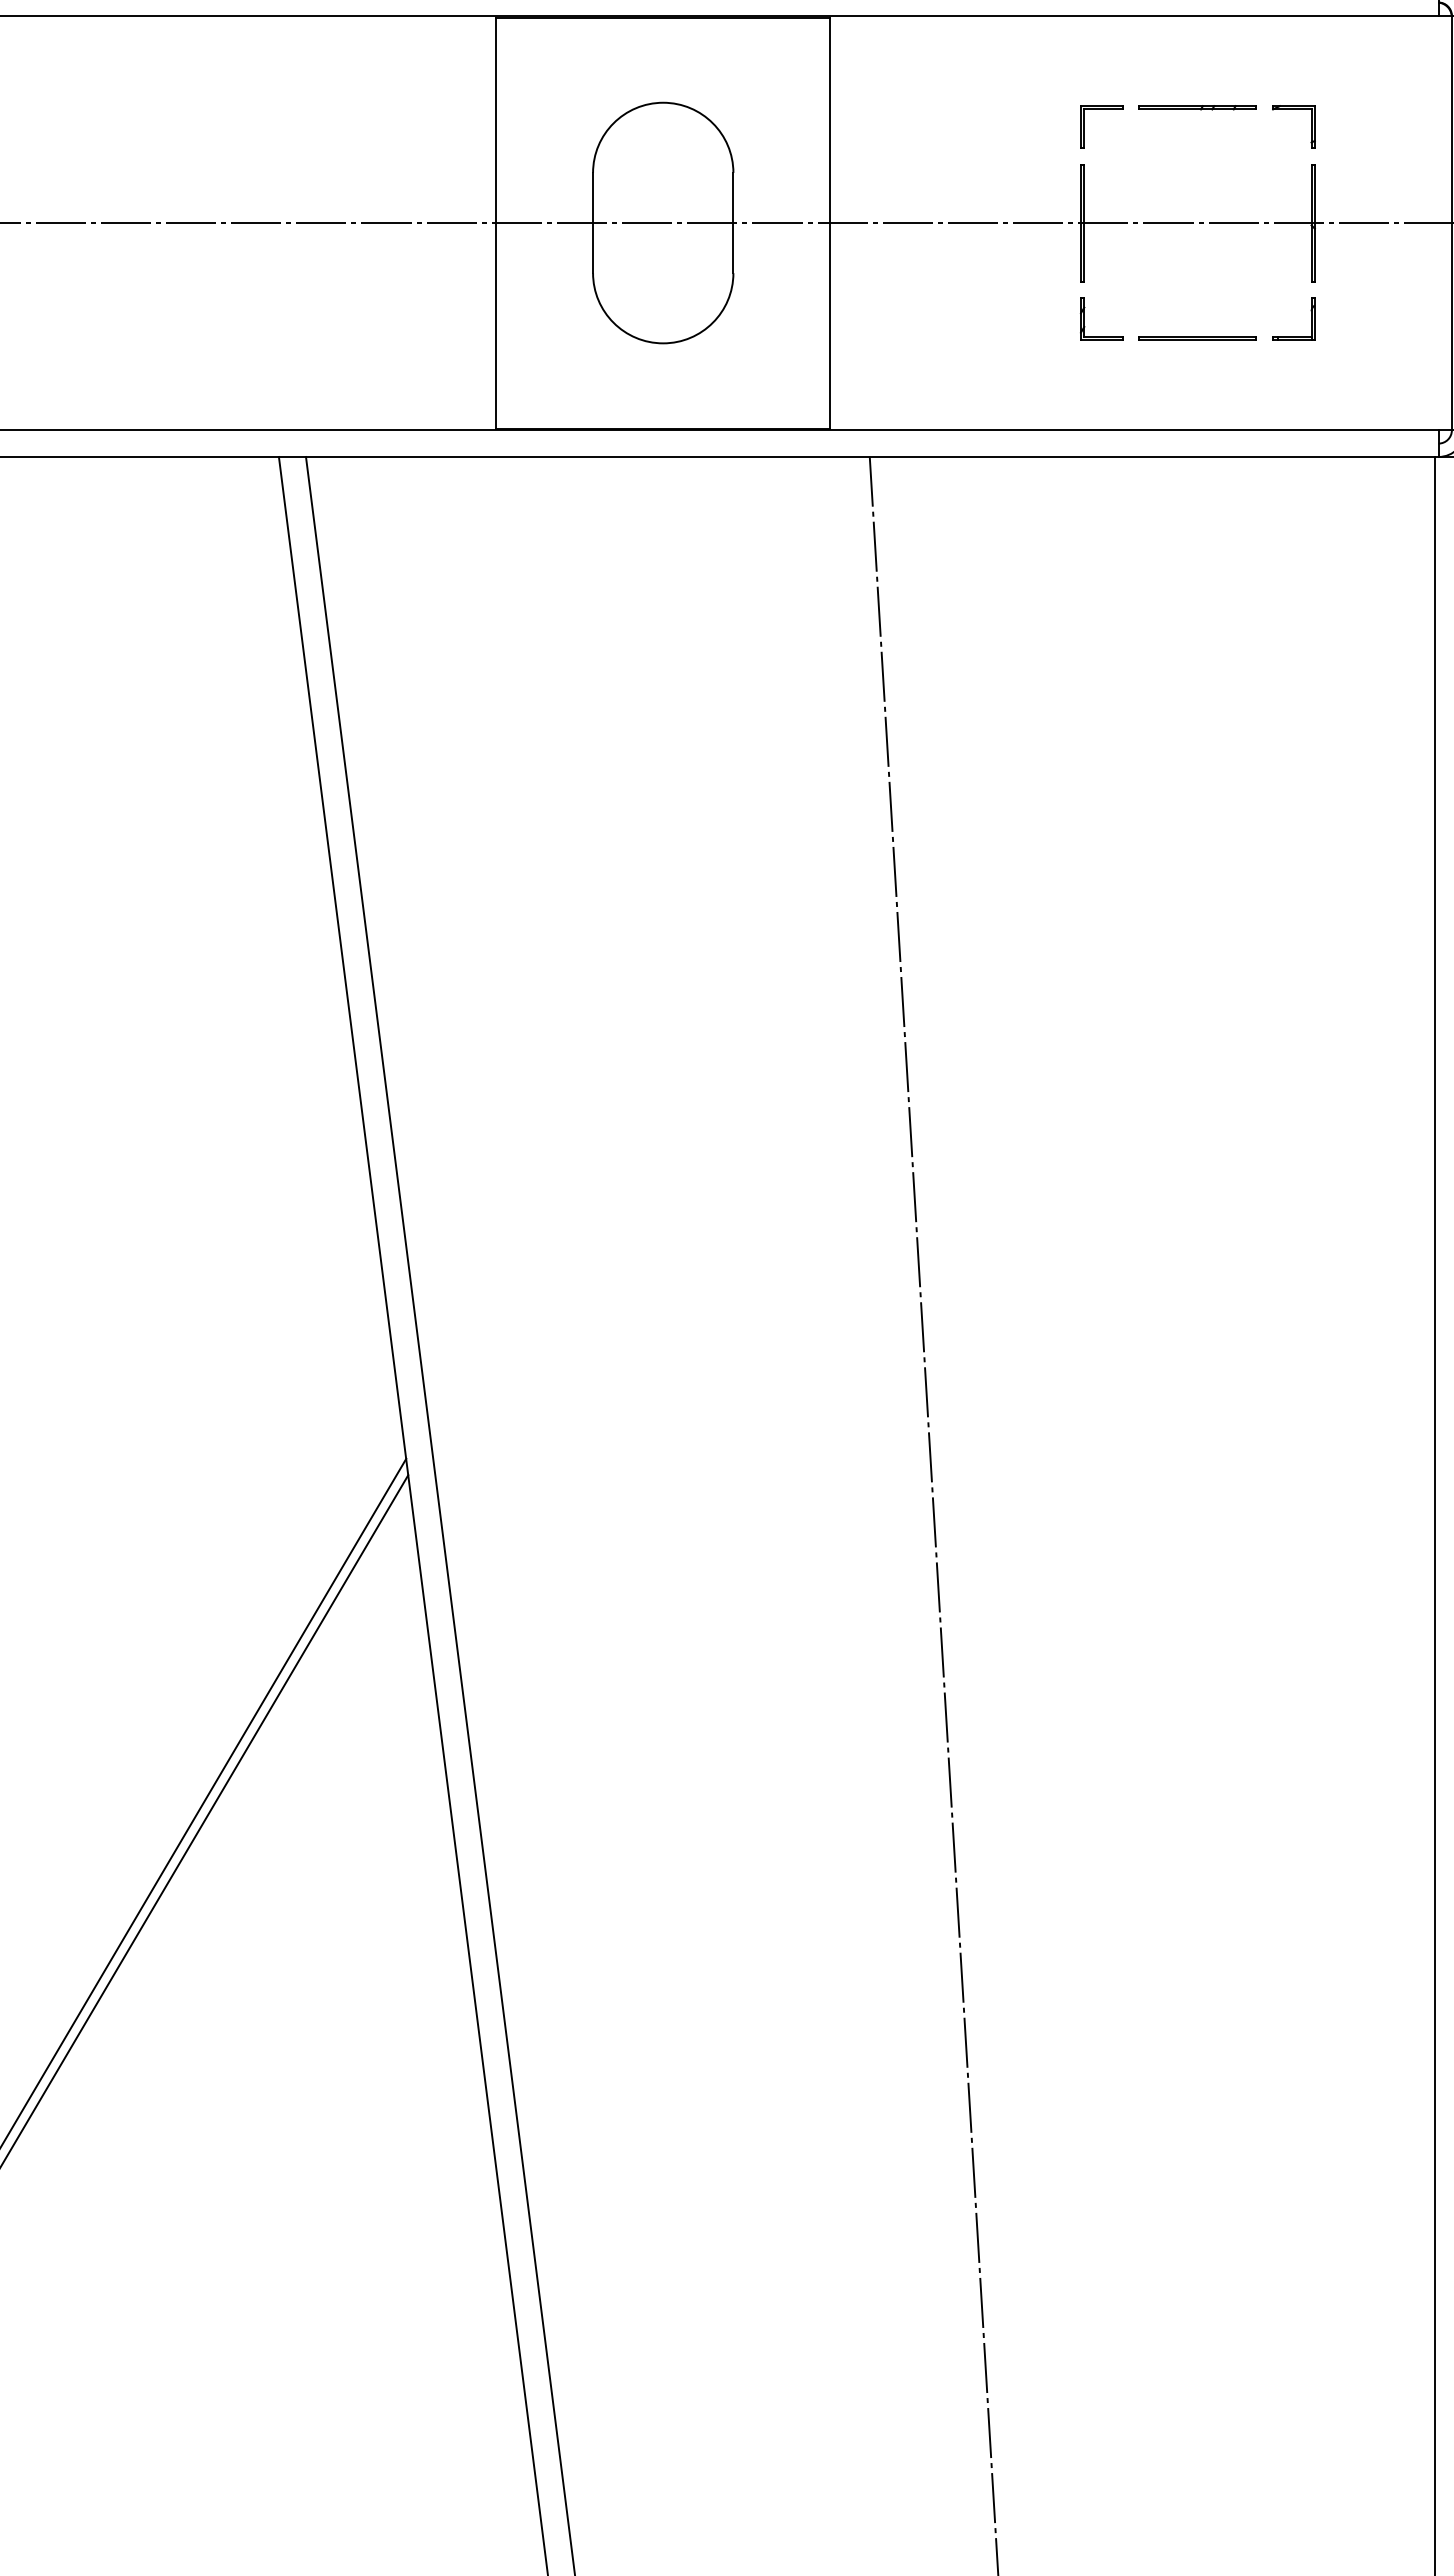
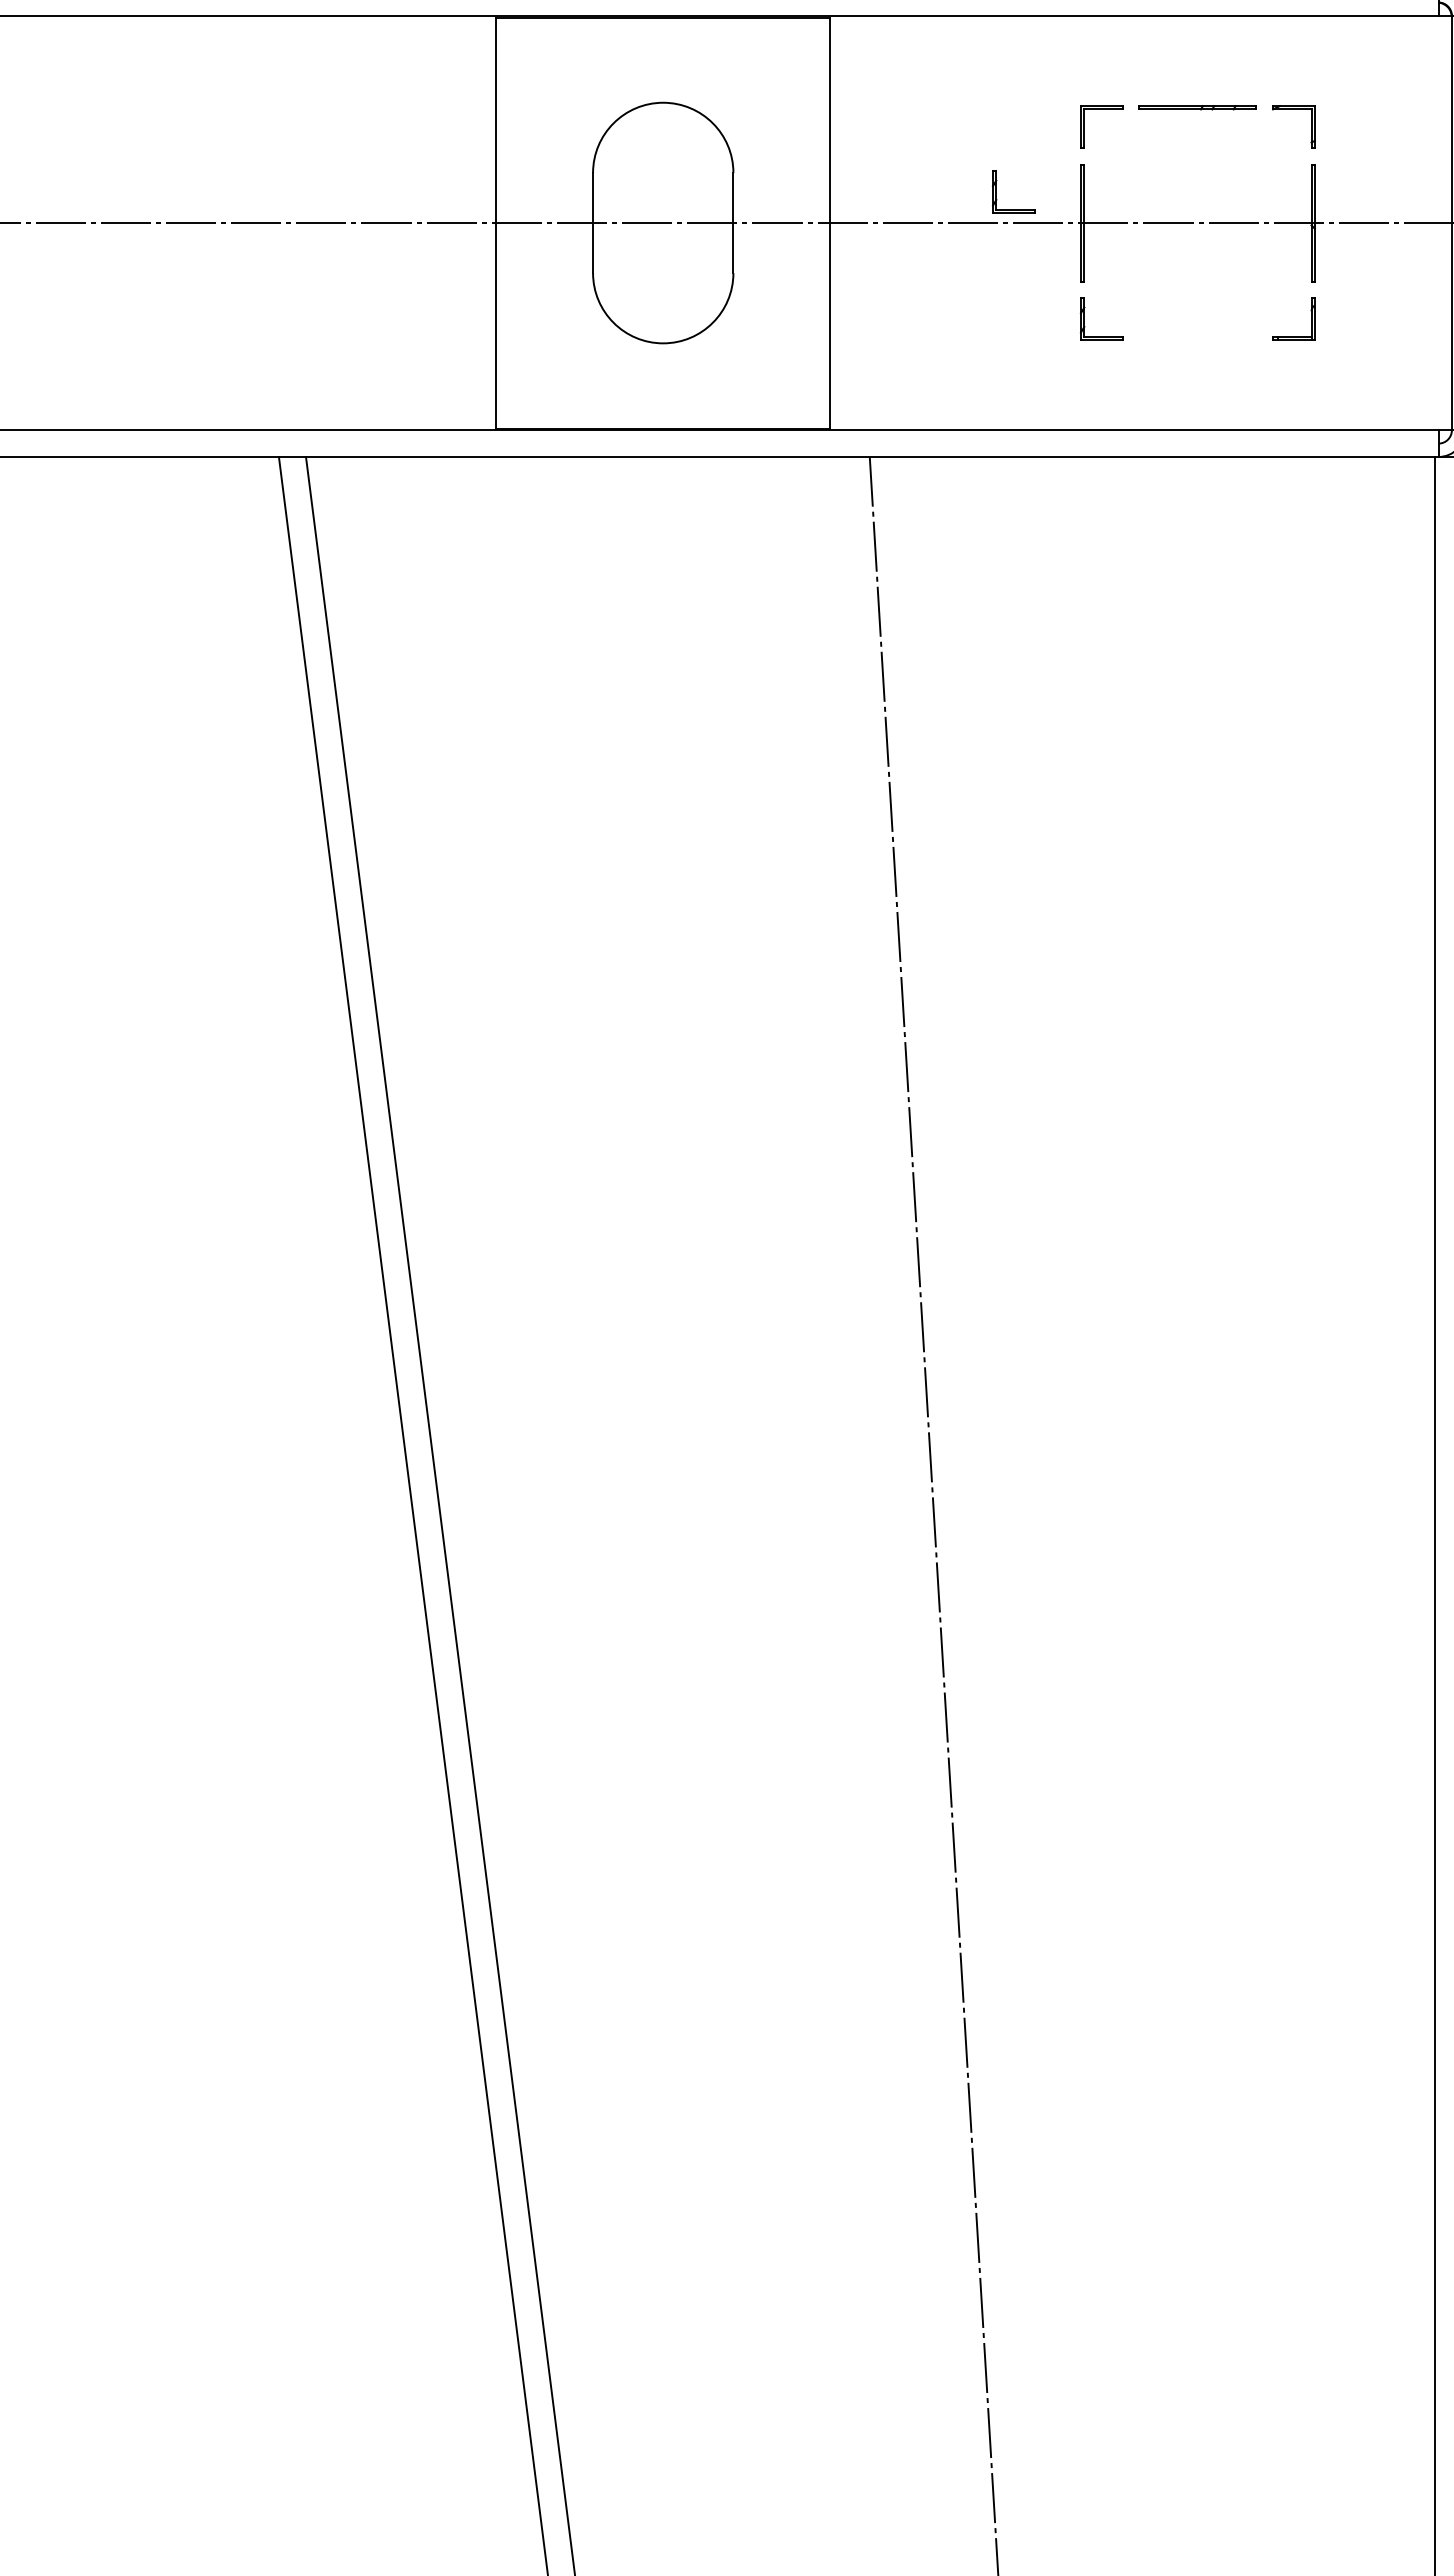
part at (996, 191): none -> present
line at (1197, 337): present -> none
line at (204, 1801): present -> none
line at (205, 1819): present -> none
